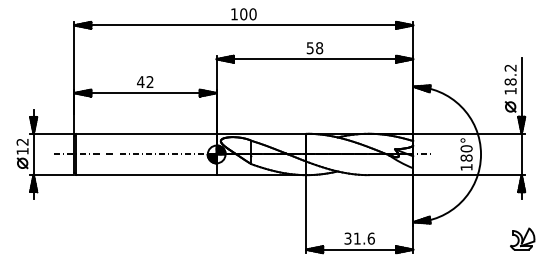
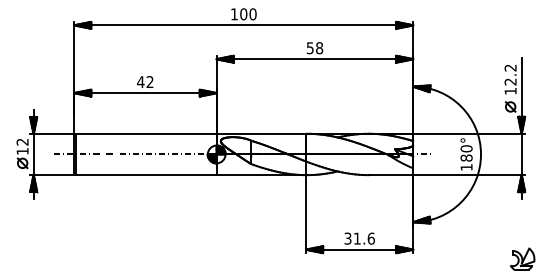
text at (510, 81): 18.2 -> 12.2
part at (522, 238) position: (522, 238) -> (522, 258)
